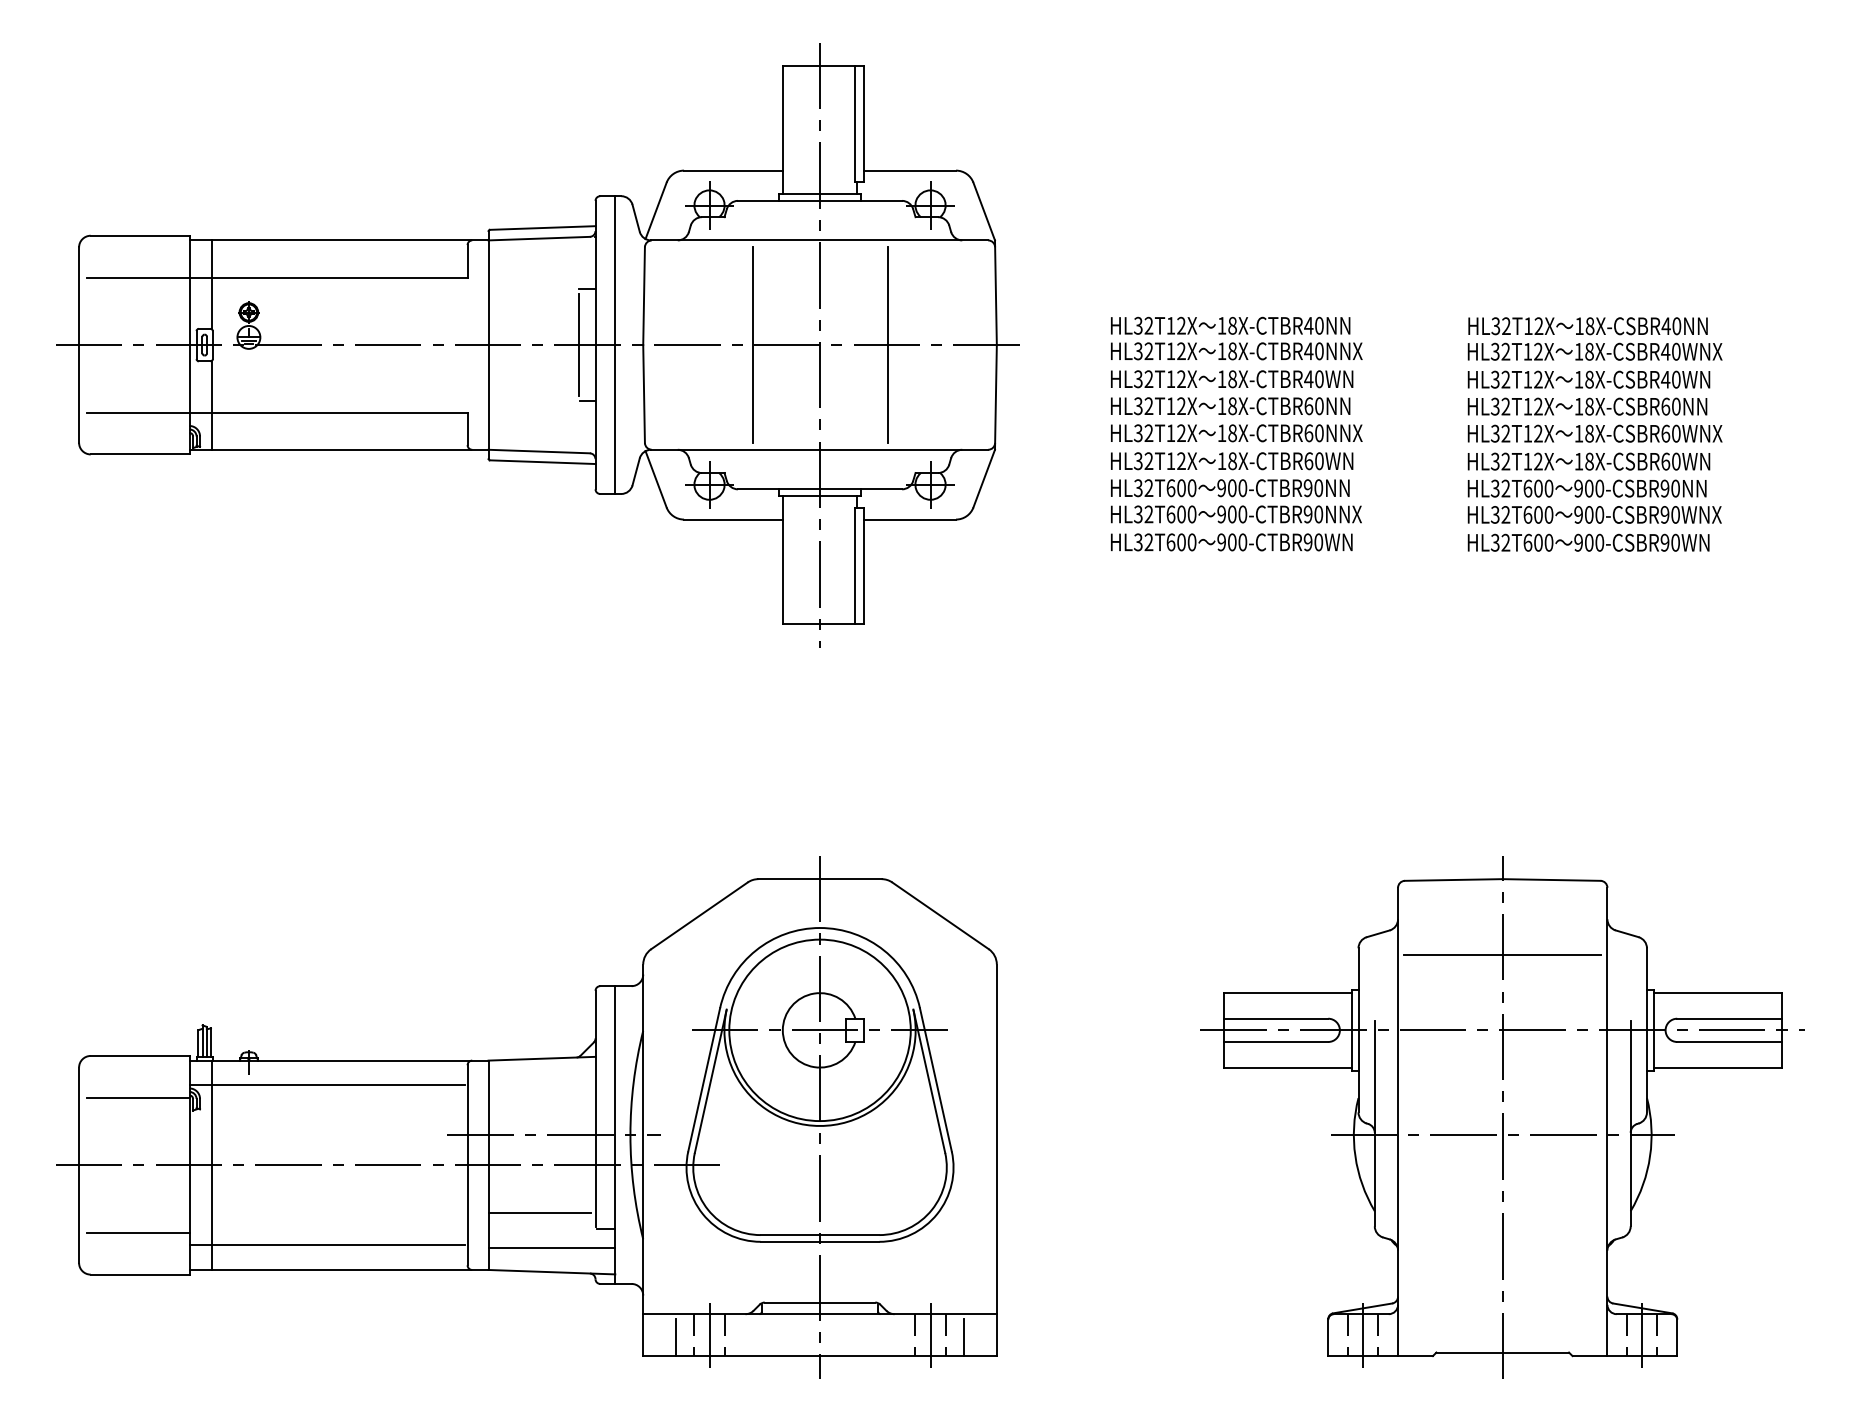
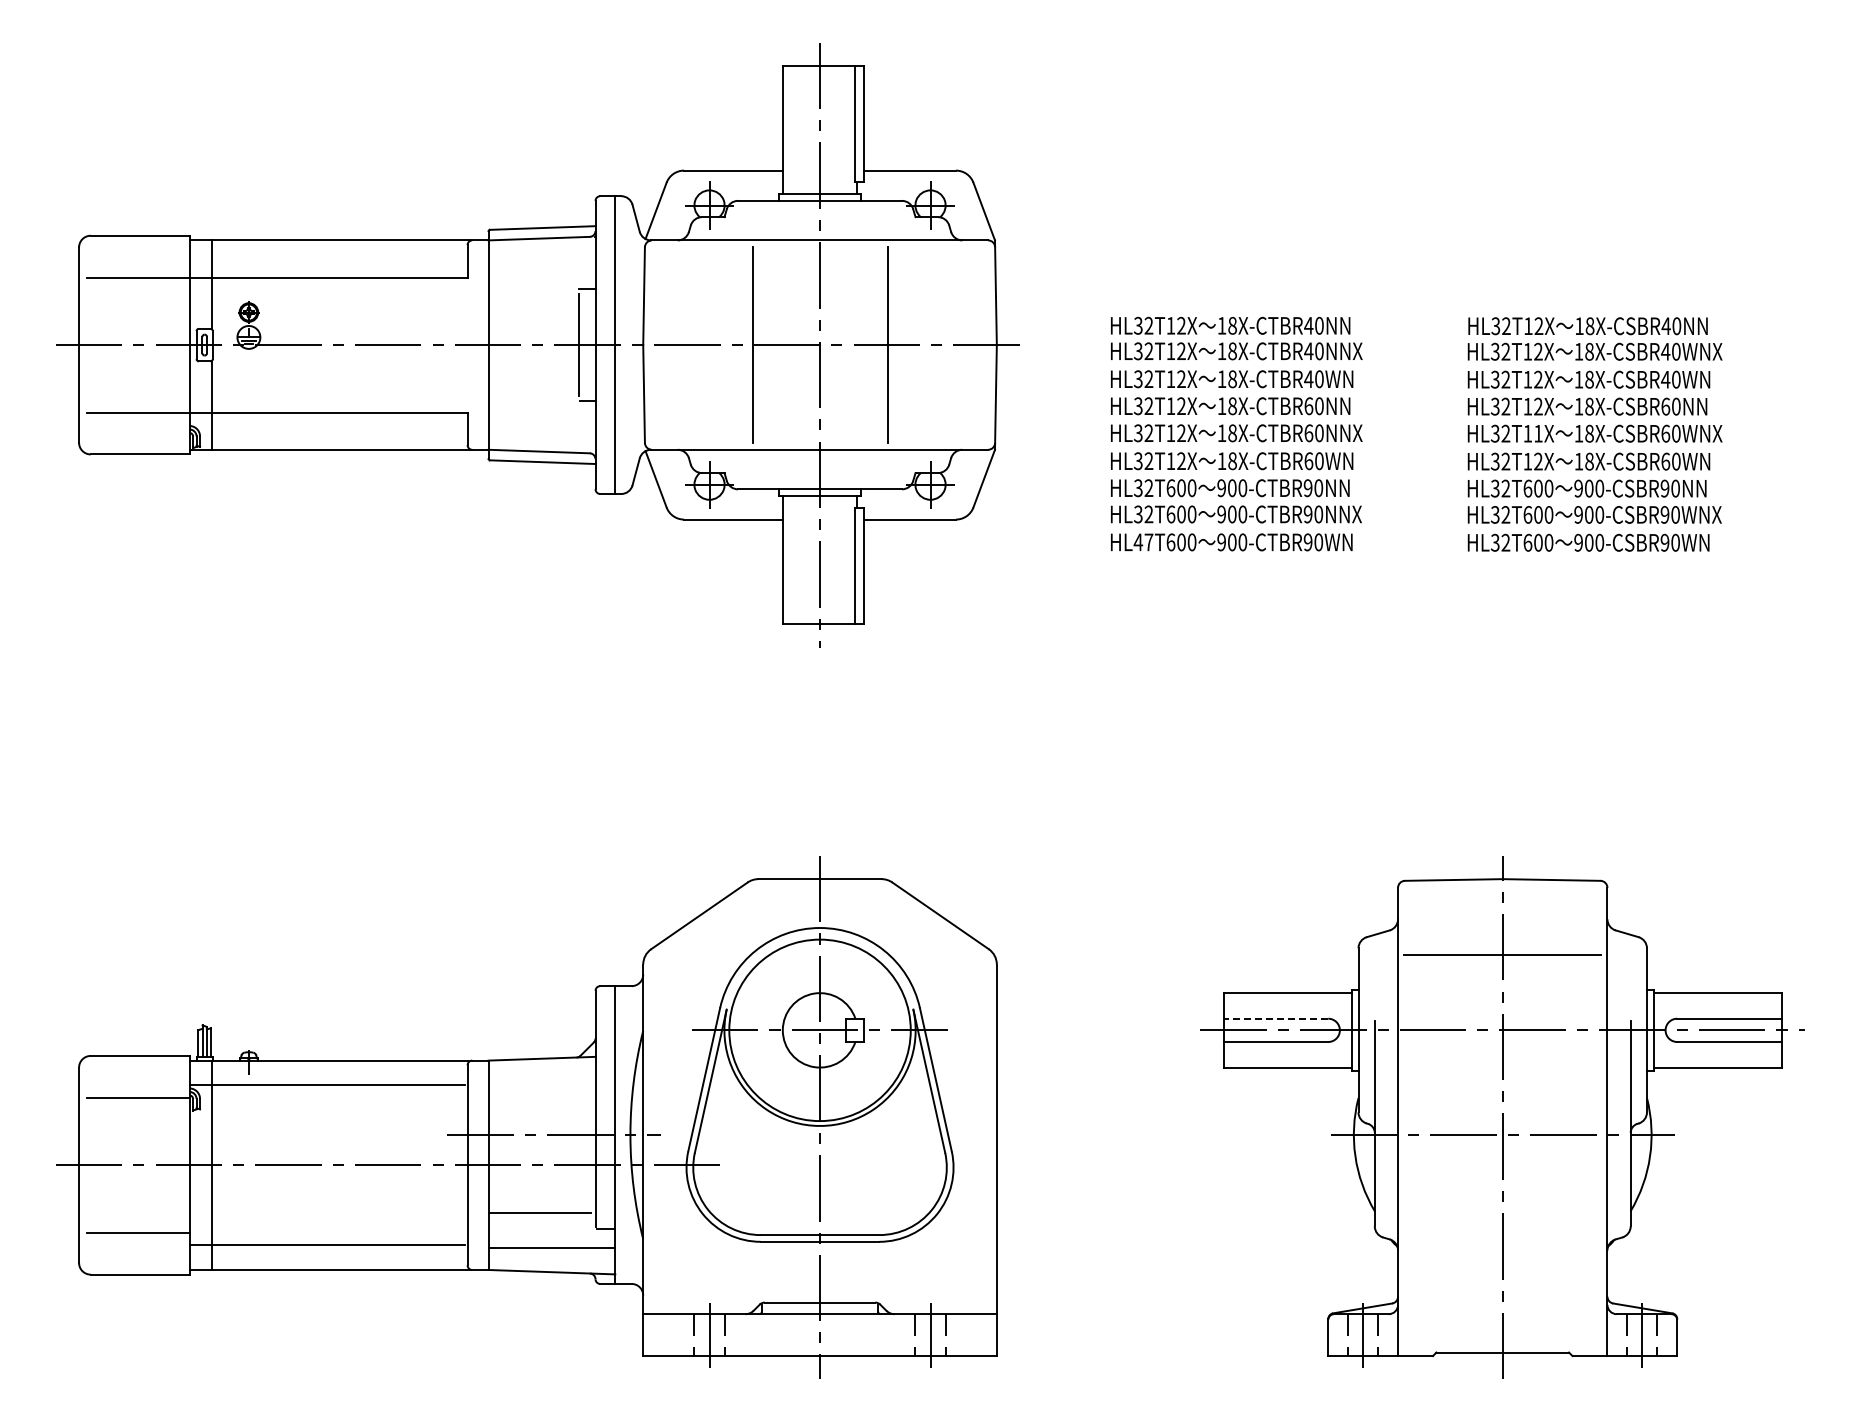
text at (1538, 433): HL32T12X -> HL32T11X
text at (1143, 542): HL32T600 -> HL47T600
line at (1275, 1018): solid -> dashed
line at (675, 1337): present -> none
line at (964, 1337): present -> none
